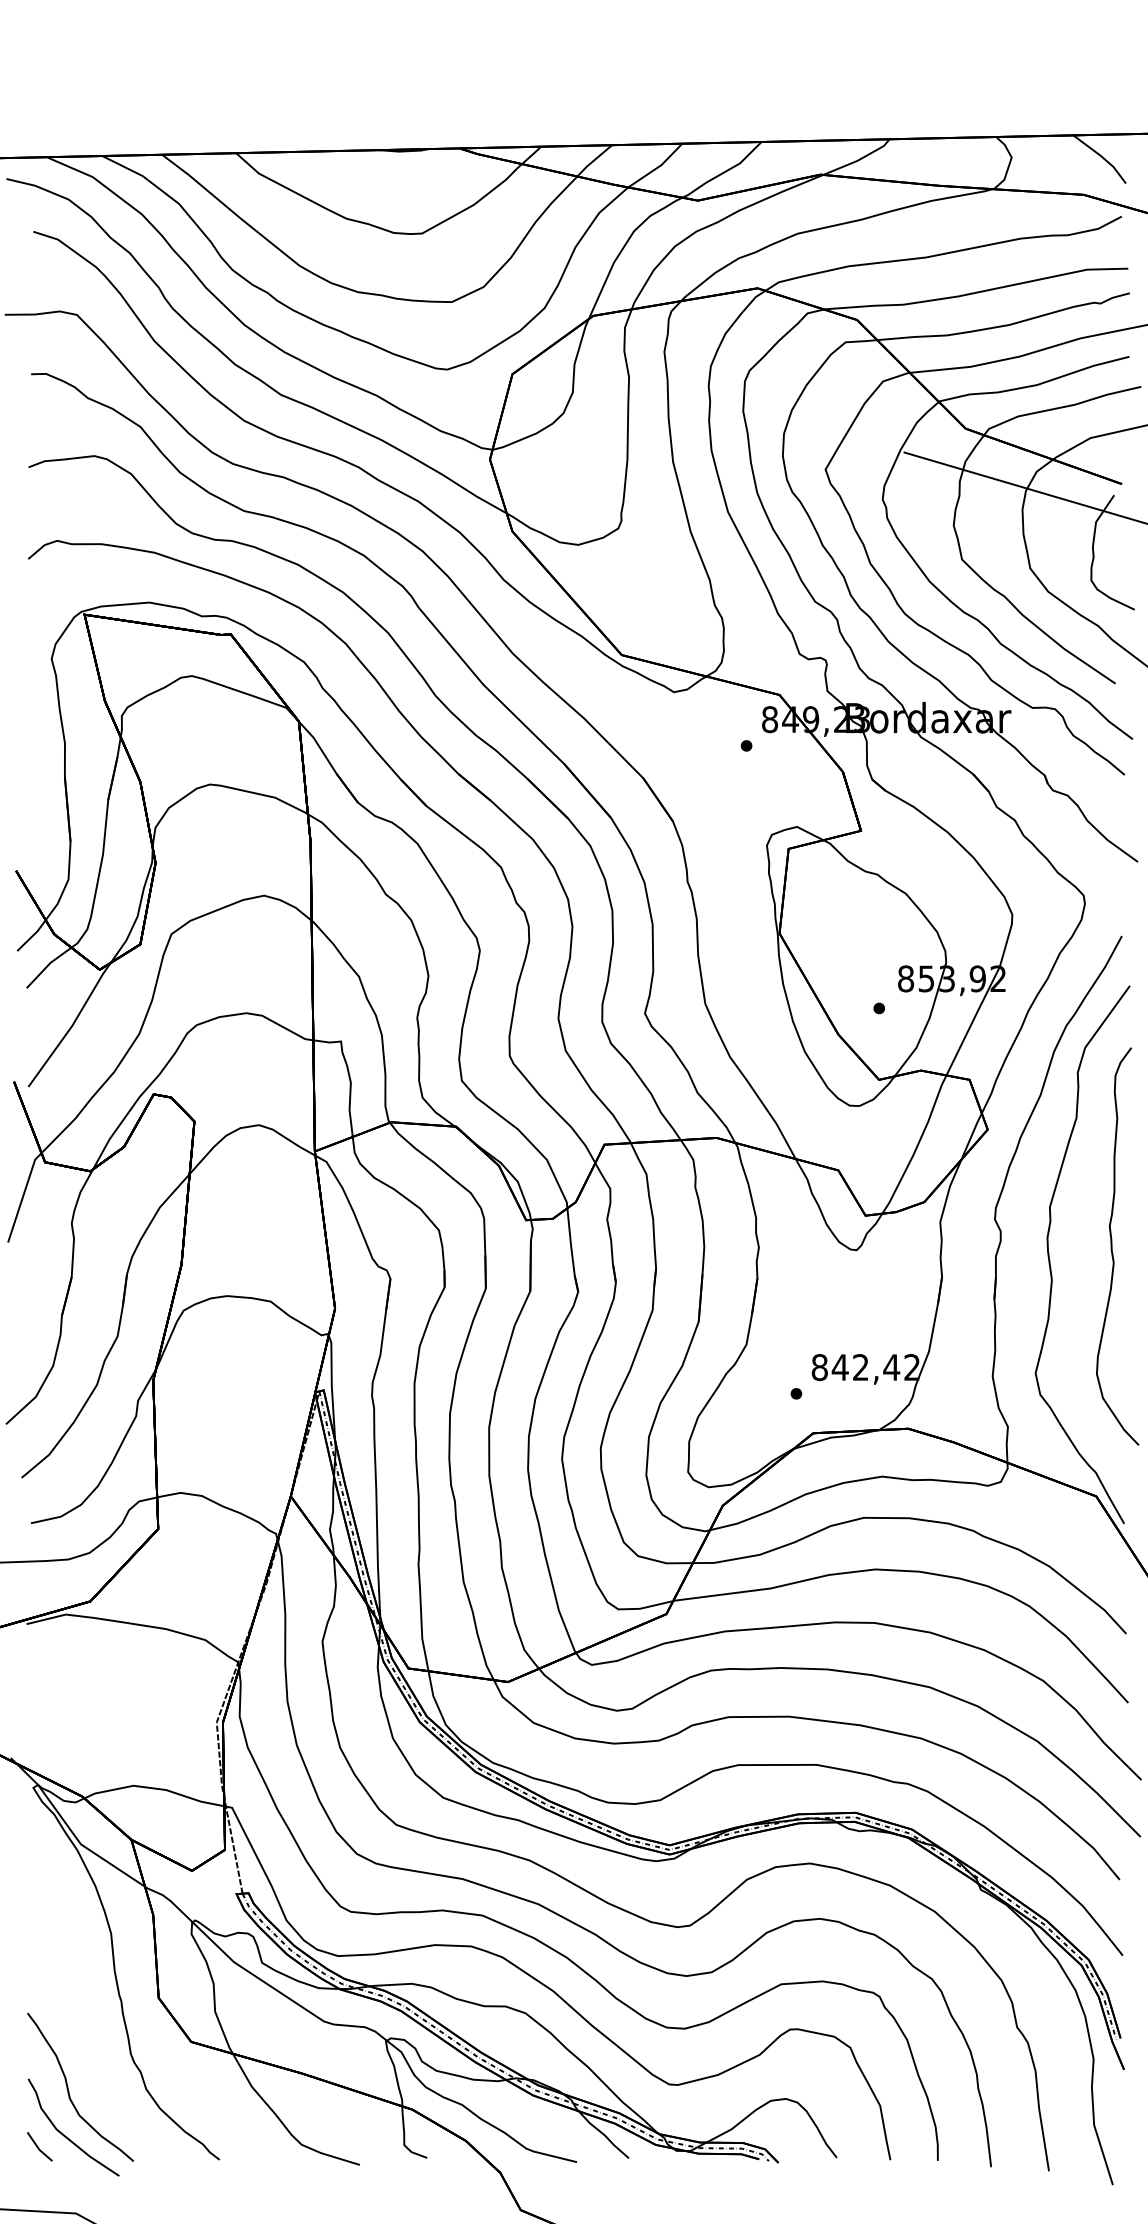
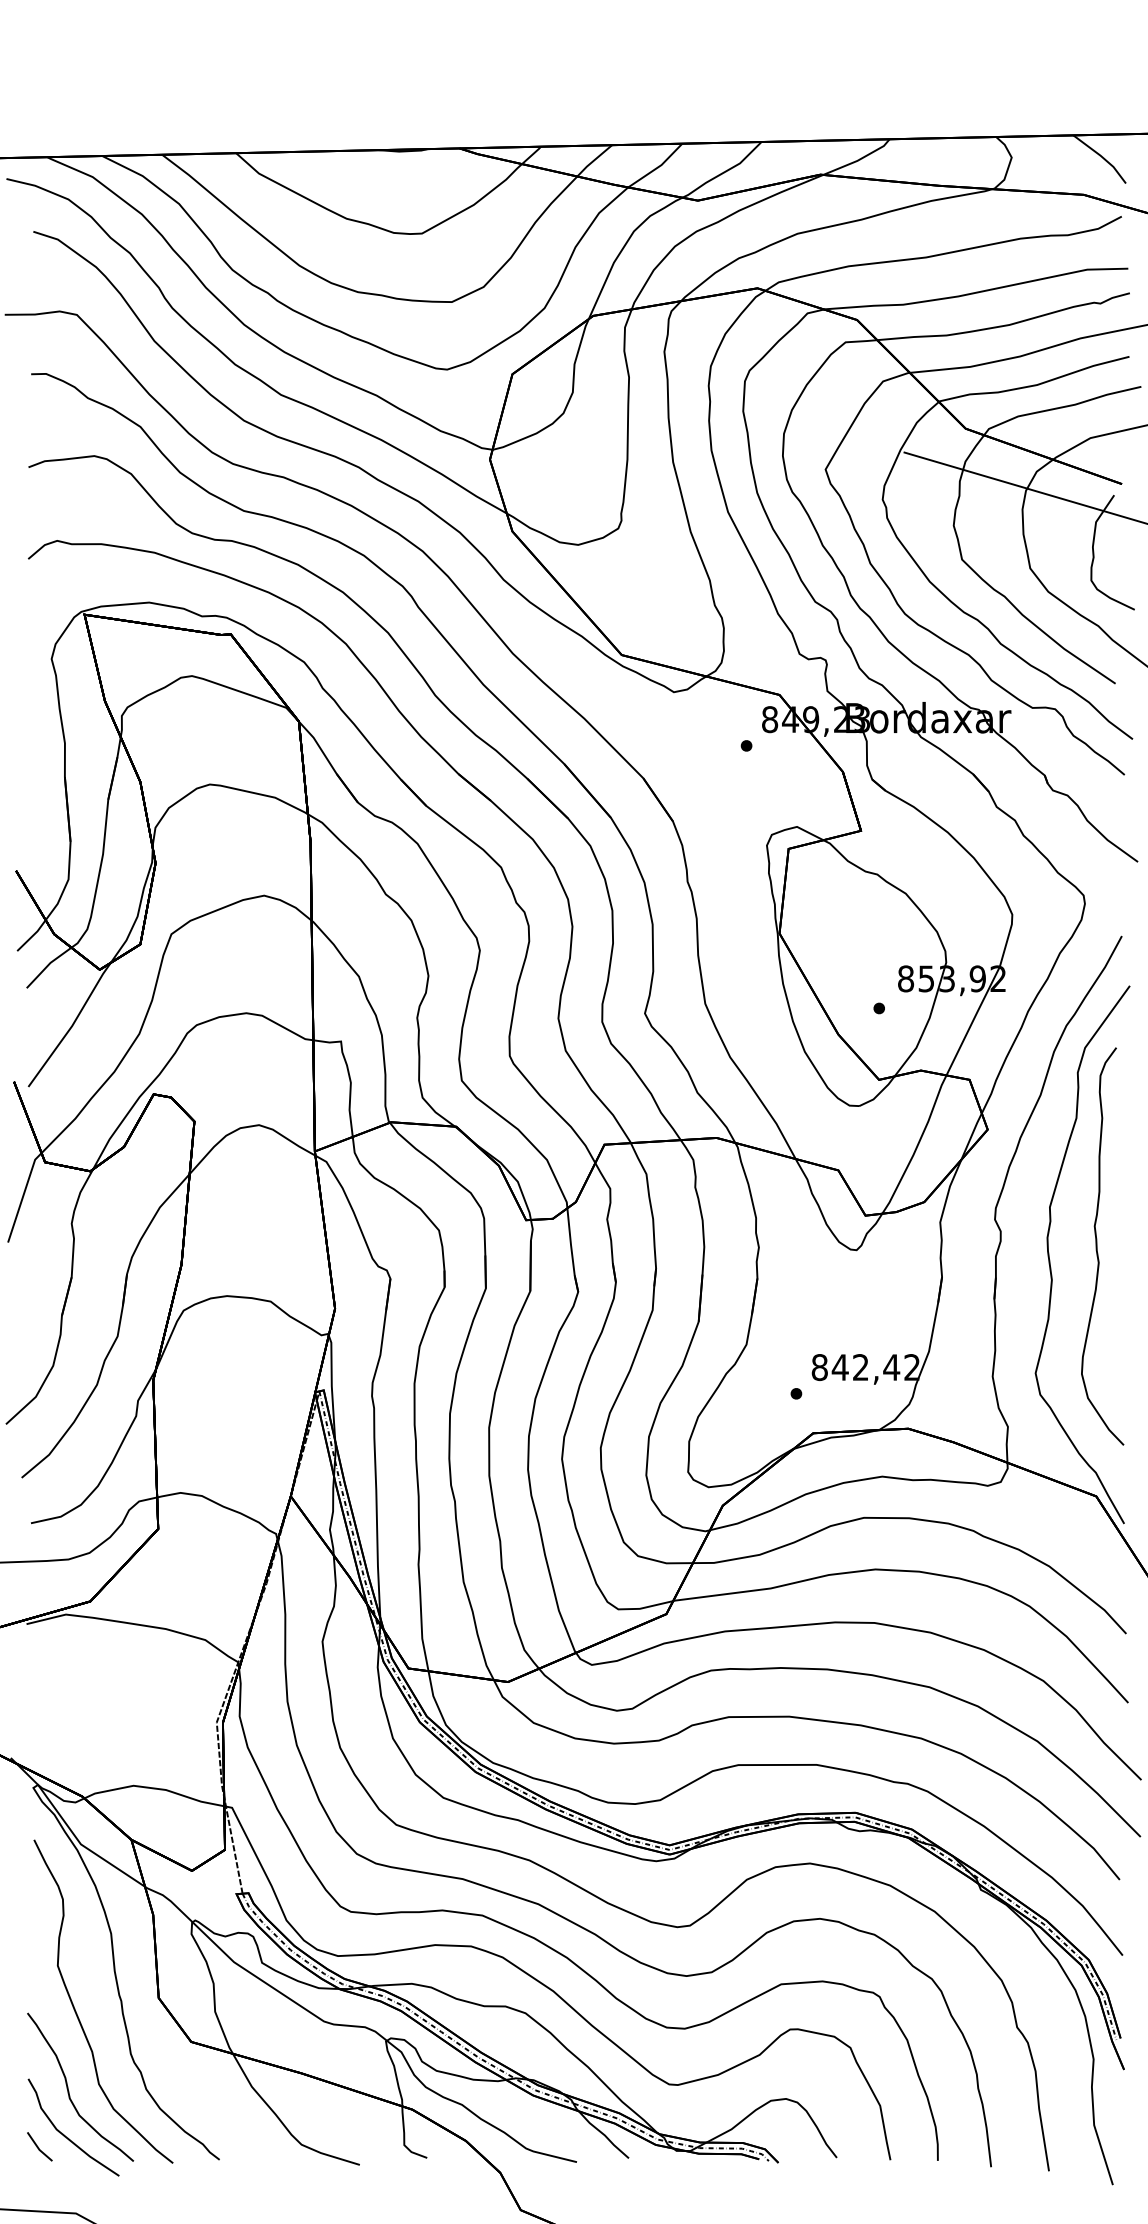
curve at (1112, 1246) position: (1112, 1246) -> (1097, 1246)
curve at (77, 2013): none -> present
